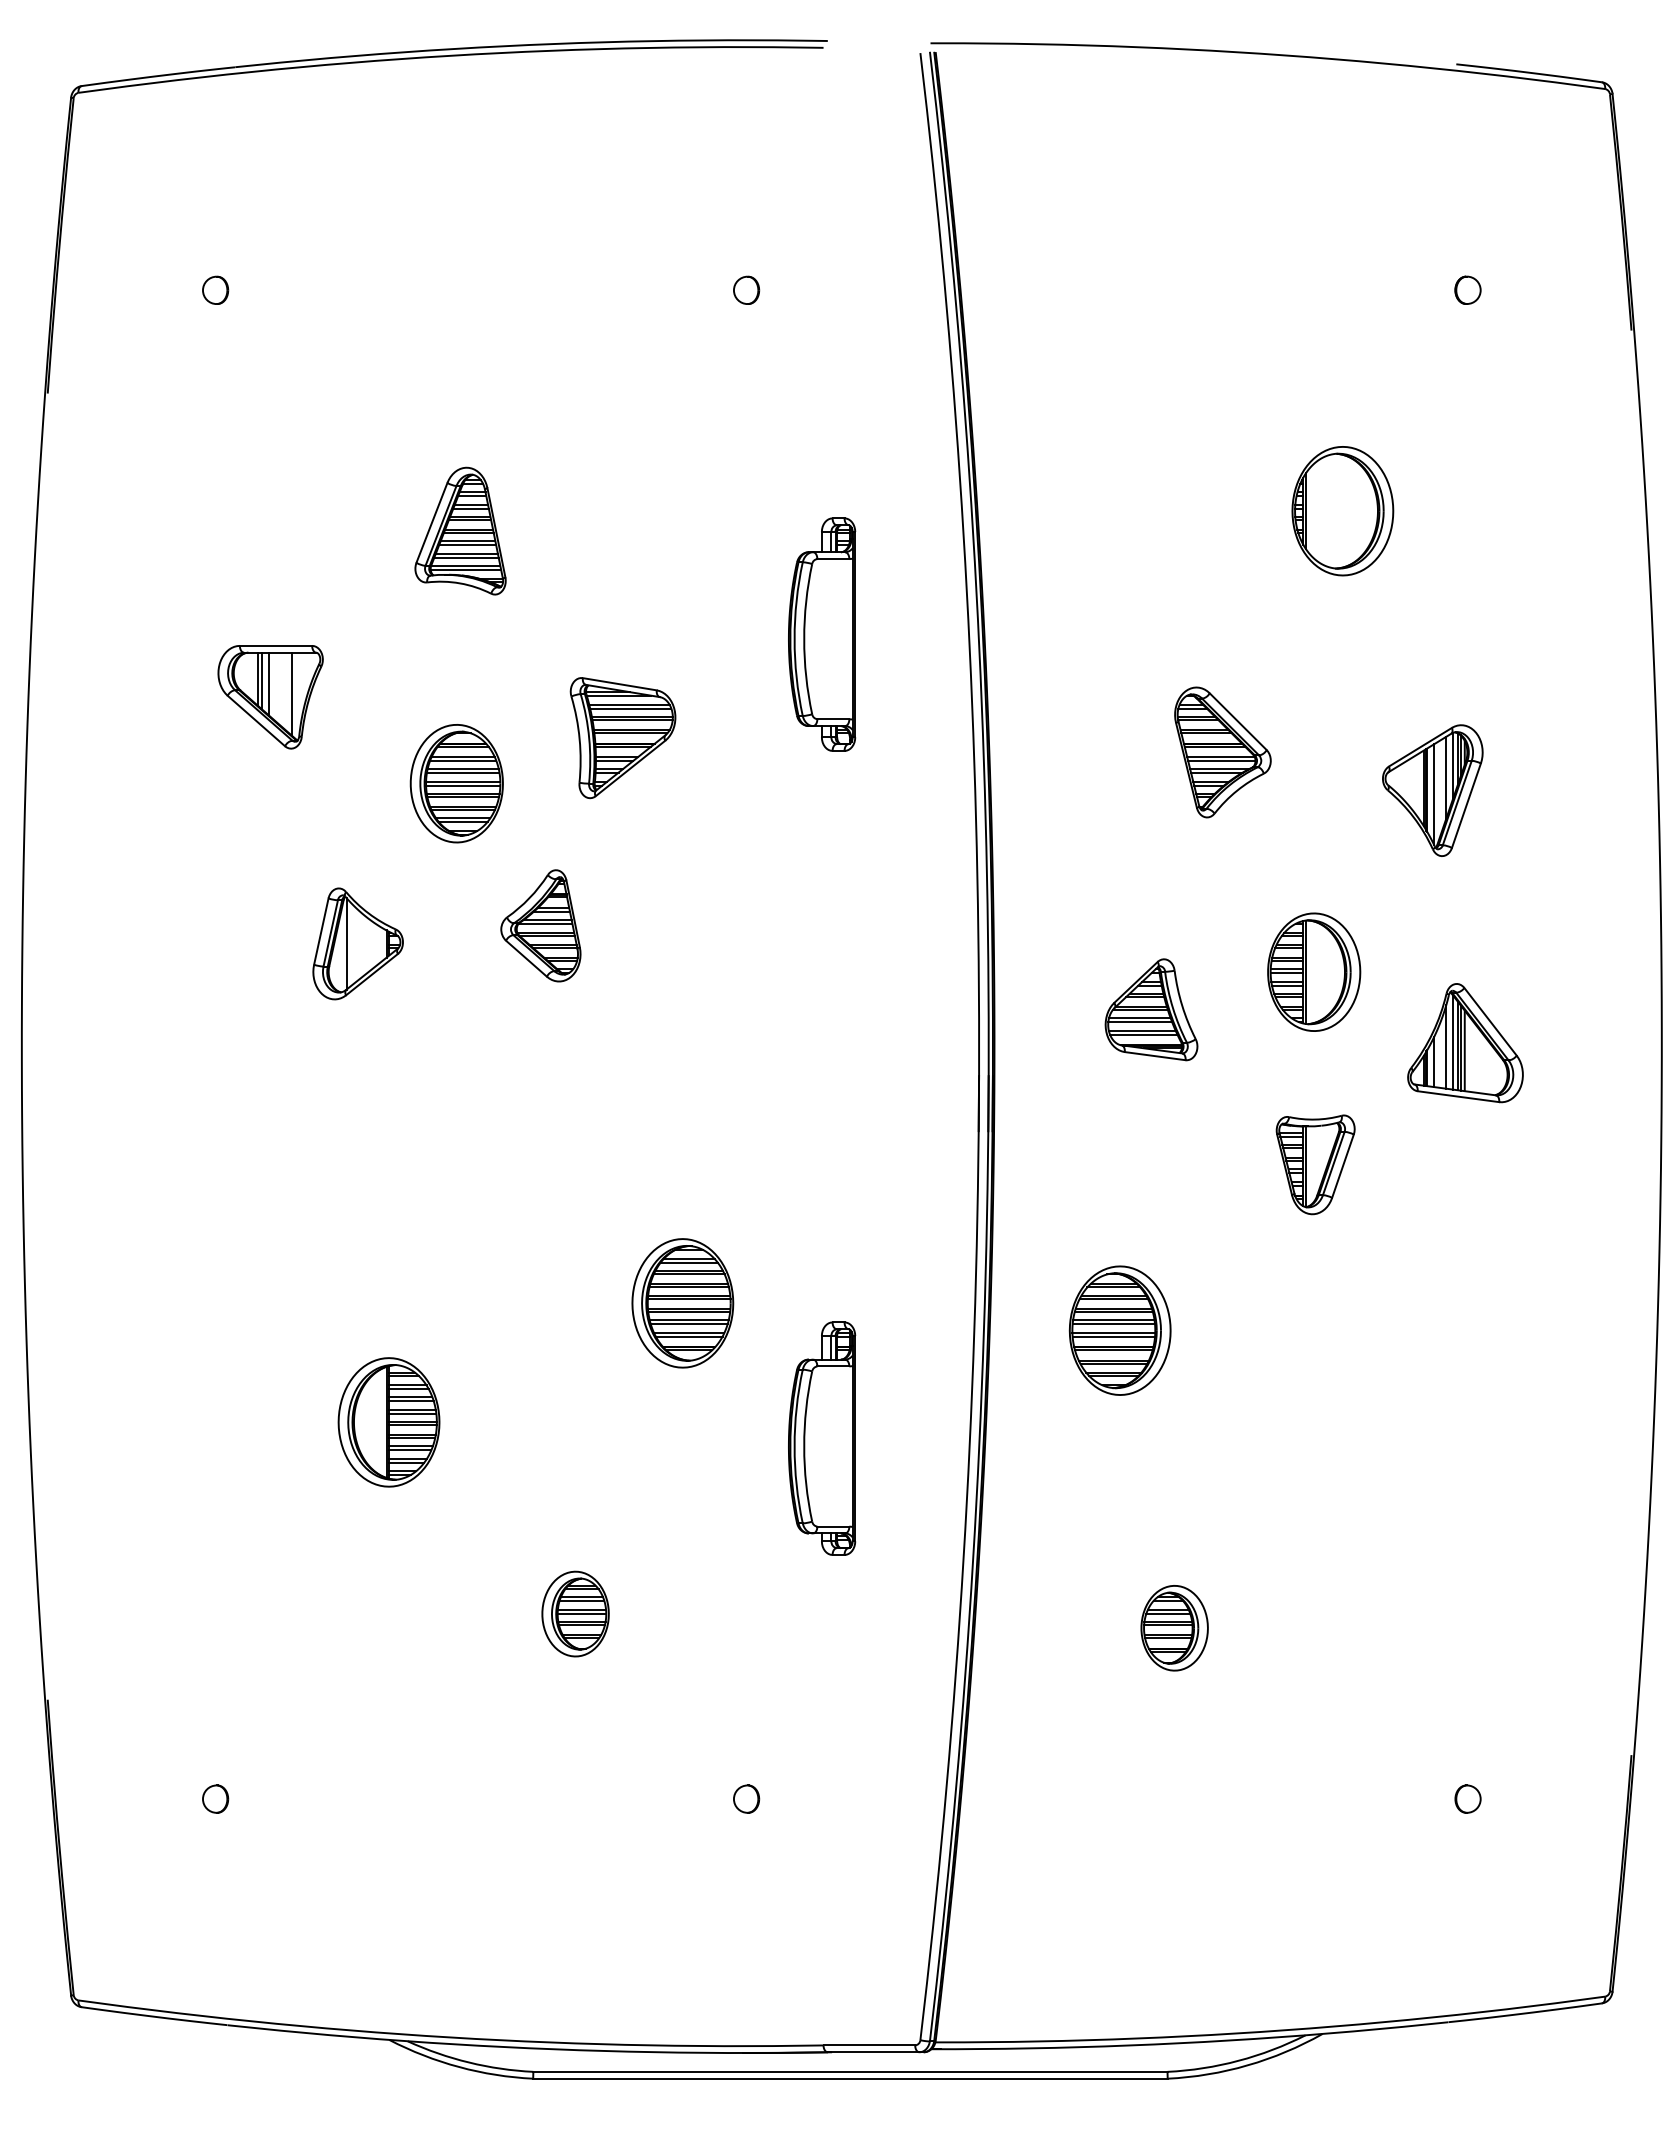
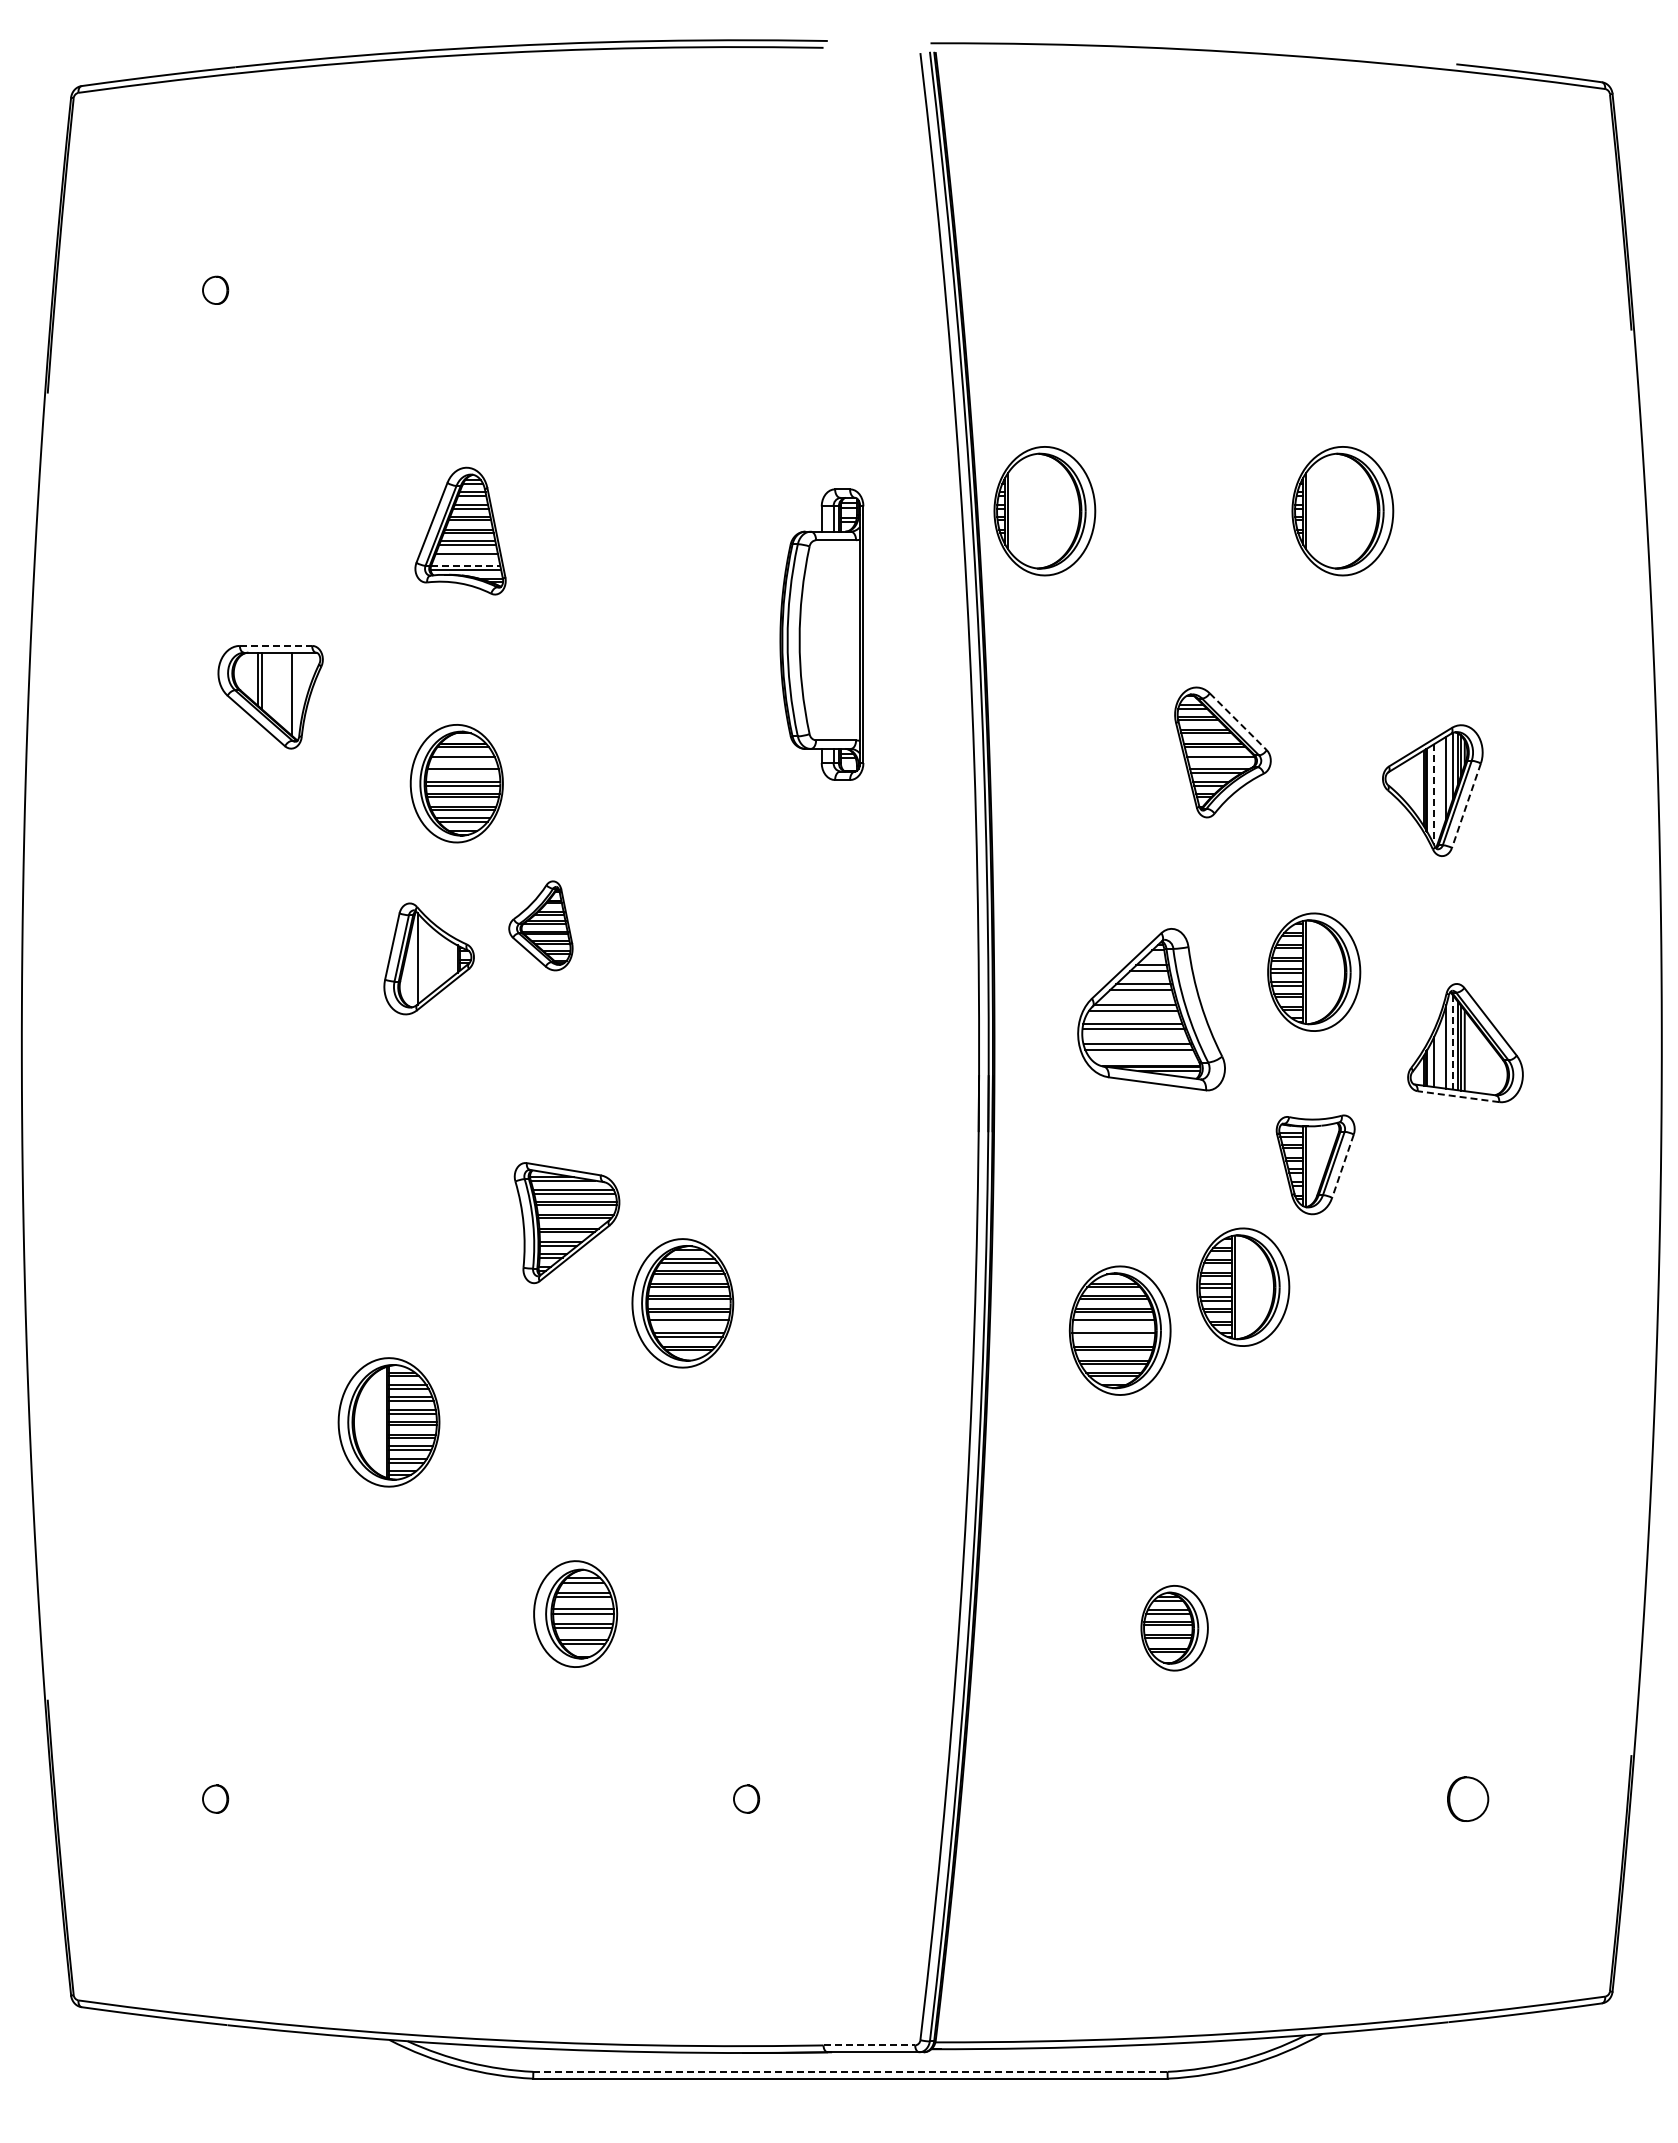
part at (746, 289): present -> none
part at (1467, 289): present -> none
part at (1044, 511): none -> present
line at (466, 557): present -> none
line at (465, 565): solid -> dashed
part at (822, 634) size: 69x235 px -> 86x293 px
line at (276, 645): solid -> dashed
line at (268, 683): present -> none
line at (1238, 722): solid -> dashed
part at (622, 738) position: (622, 738) -> (566, 1223)
line at (463, 760): present -> none
line at (1221, 760): present -> none
line at (463, 772): present -> none
line at (1433, 794): solid -> dashed
line at (1466, 805): solid -> dashed
part at (540, 925) size: 82x114 px -> 66x92 px
part at (357, 943) position: (357, 943) -> (428, 958)
part at (1151, 1009) size: 95x104 px -> 149x164 px
line at (1453, 1043): solid -> dashed
line at (1457, 1096): solid -> dashed
line at (1342, 1166): solid -> dashed
part at (1243, 1286): none -> present
line at (688, 1323): present -> none
line at (1113, 1323): present -> none
line at (1113, 1336): present -> none
part at (822, 1438): present -> none
part at (575, 1613) size: 69x88 px -> 86x108 px
part at (1467, 1798) size: 28x30 px -> 43x46 px
line at (869, 2045): solid -> dashed
line at (850, 2071): solid -> dashed
